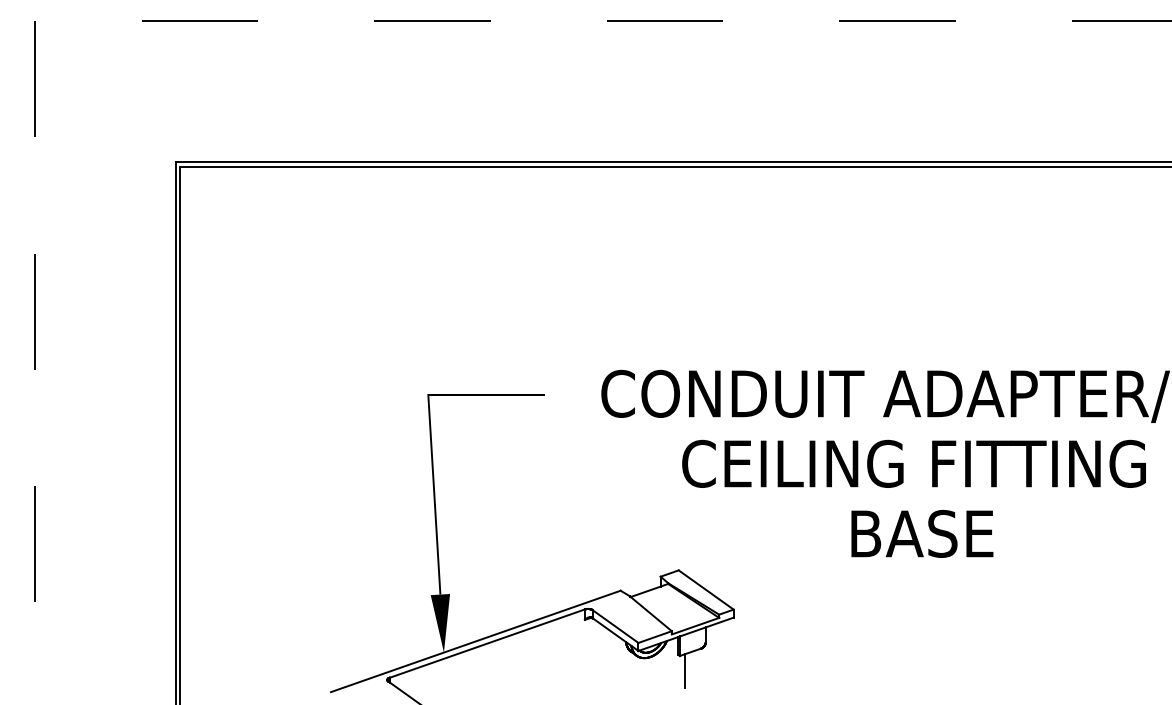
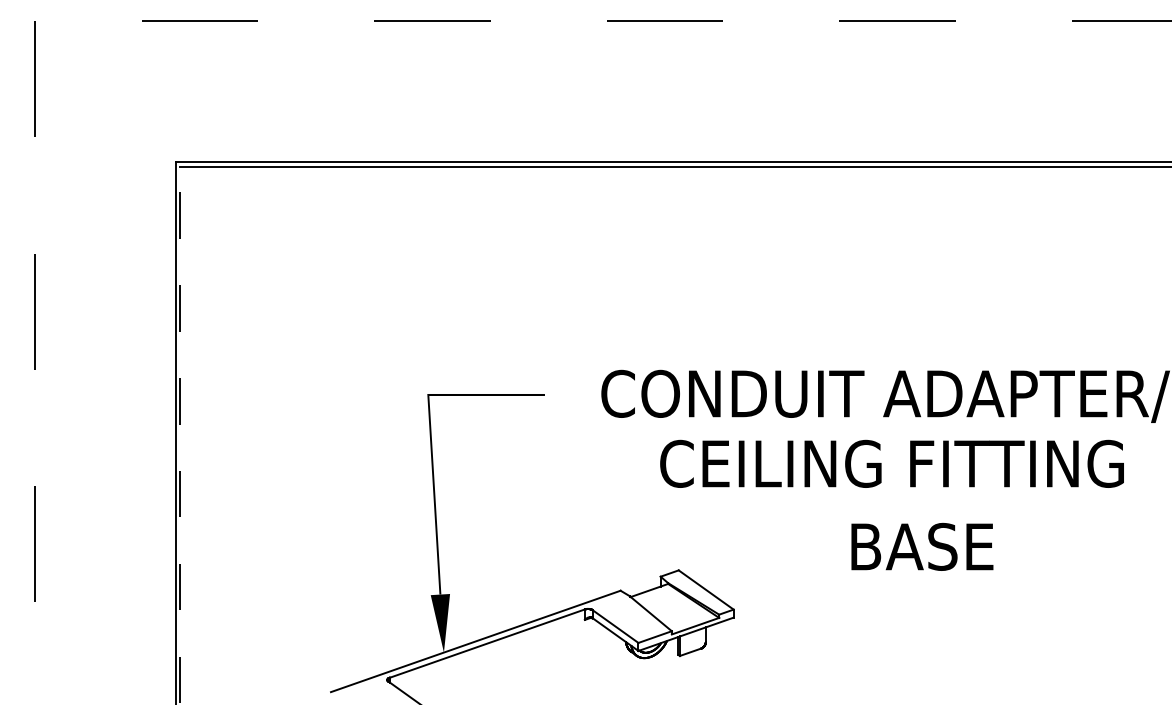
line at (180, 435): solid -> dashed
text at (913, 463) position: (913, 463) -> (891, 463)
text at (922, 533) position: (922, 533) -> (922, 546)
line at (684, 671): present -> none
